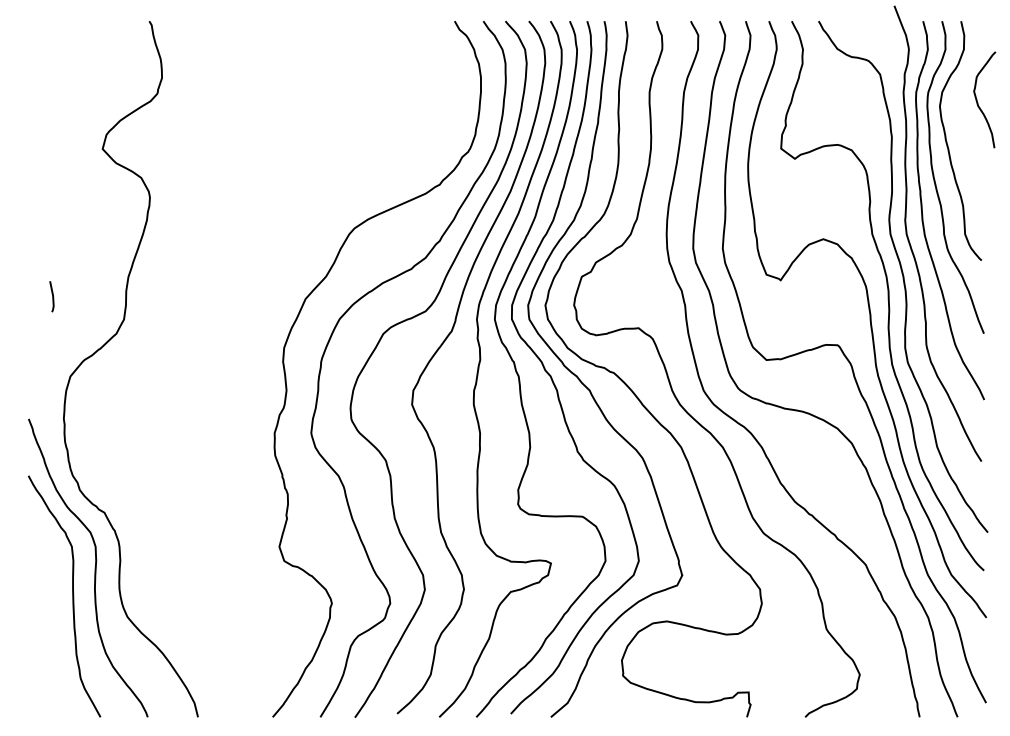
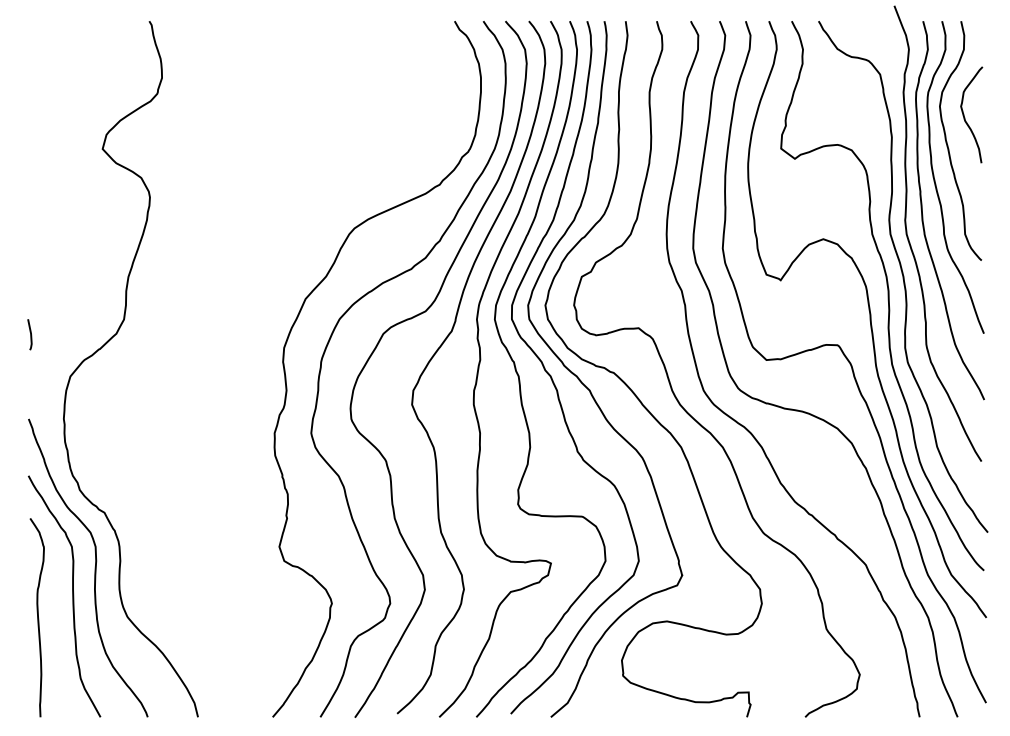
curve at (978, 102) position: (978, 102) -> (965, 117)
line at (52, 296) position: (52, 296) -> (30, 334)
curve at (37, 617): none -> present
